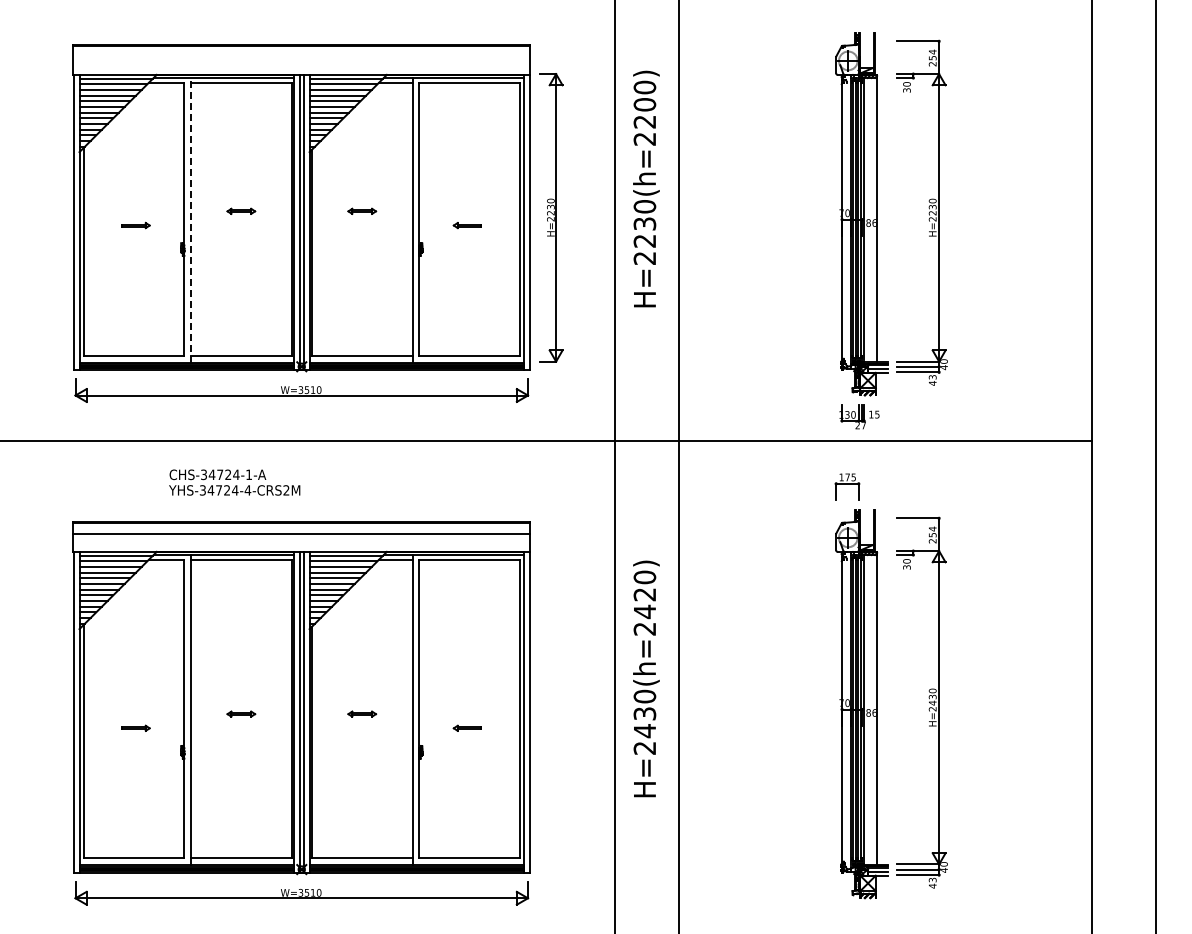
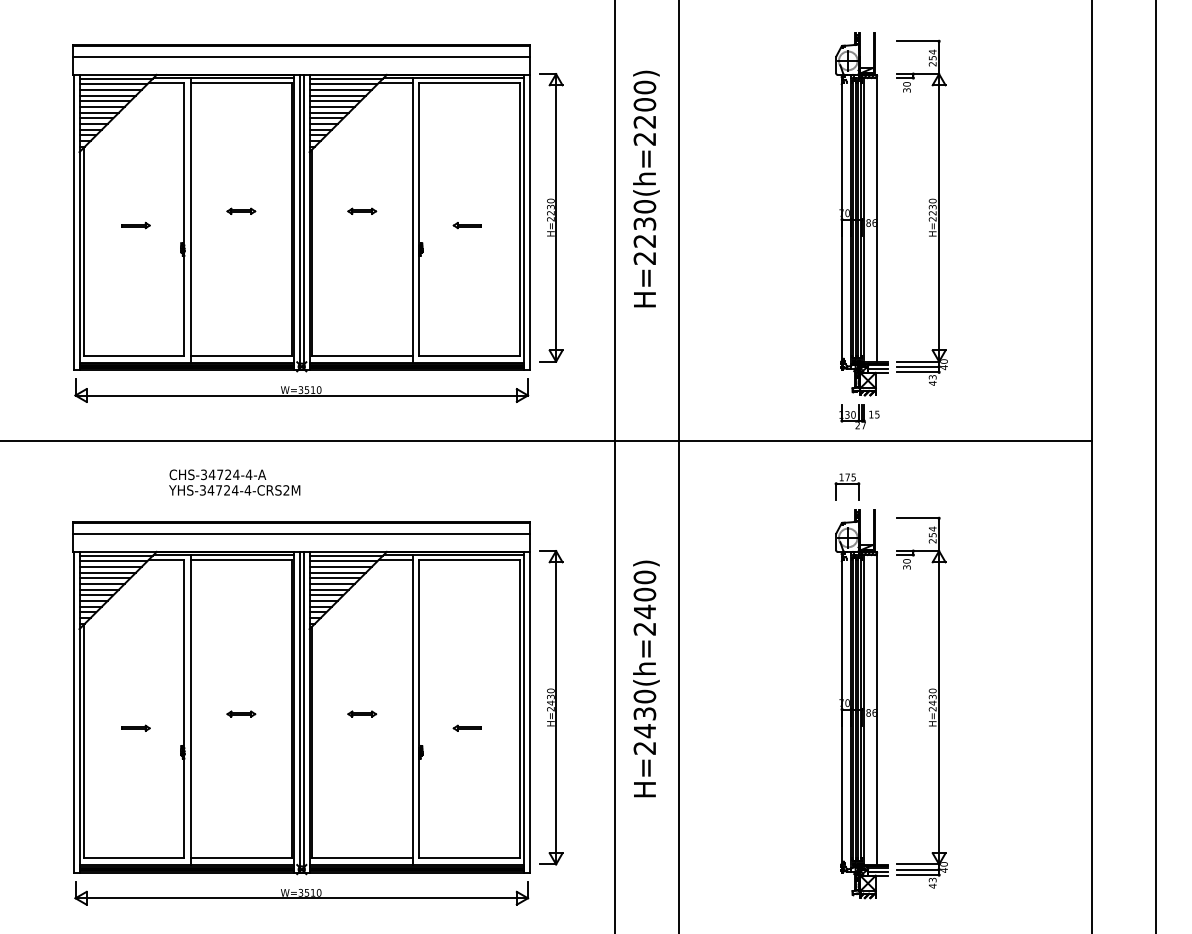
line at (301, 56): none -> present
line at (190, 219): dashed -> solid
text at (248, 474): CHS-34724-1-A -> CHS-34724-4-A
text at (644, 594): H=2430(h=2420) -> H=2430(h=2400)
part at (551, 707): none -> present
